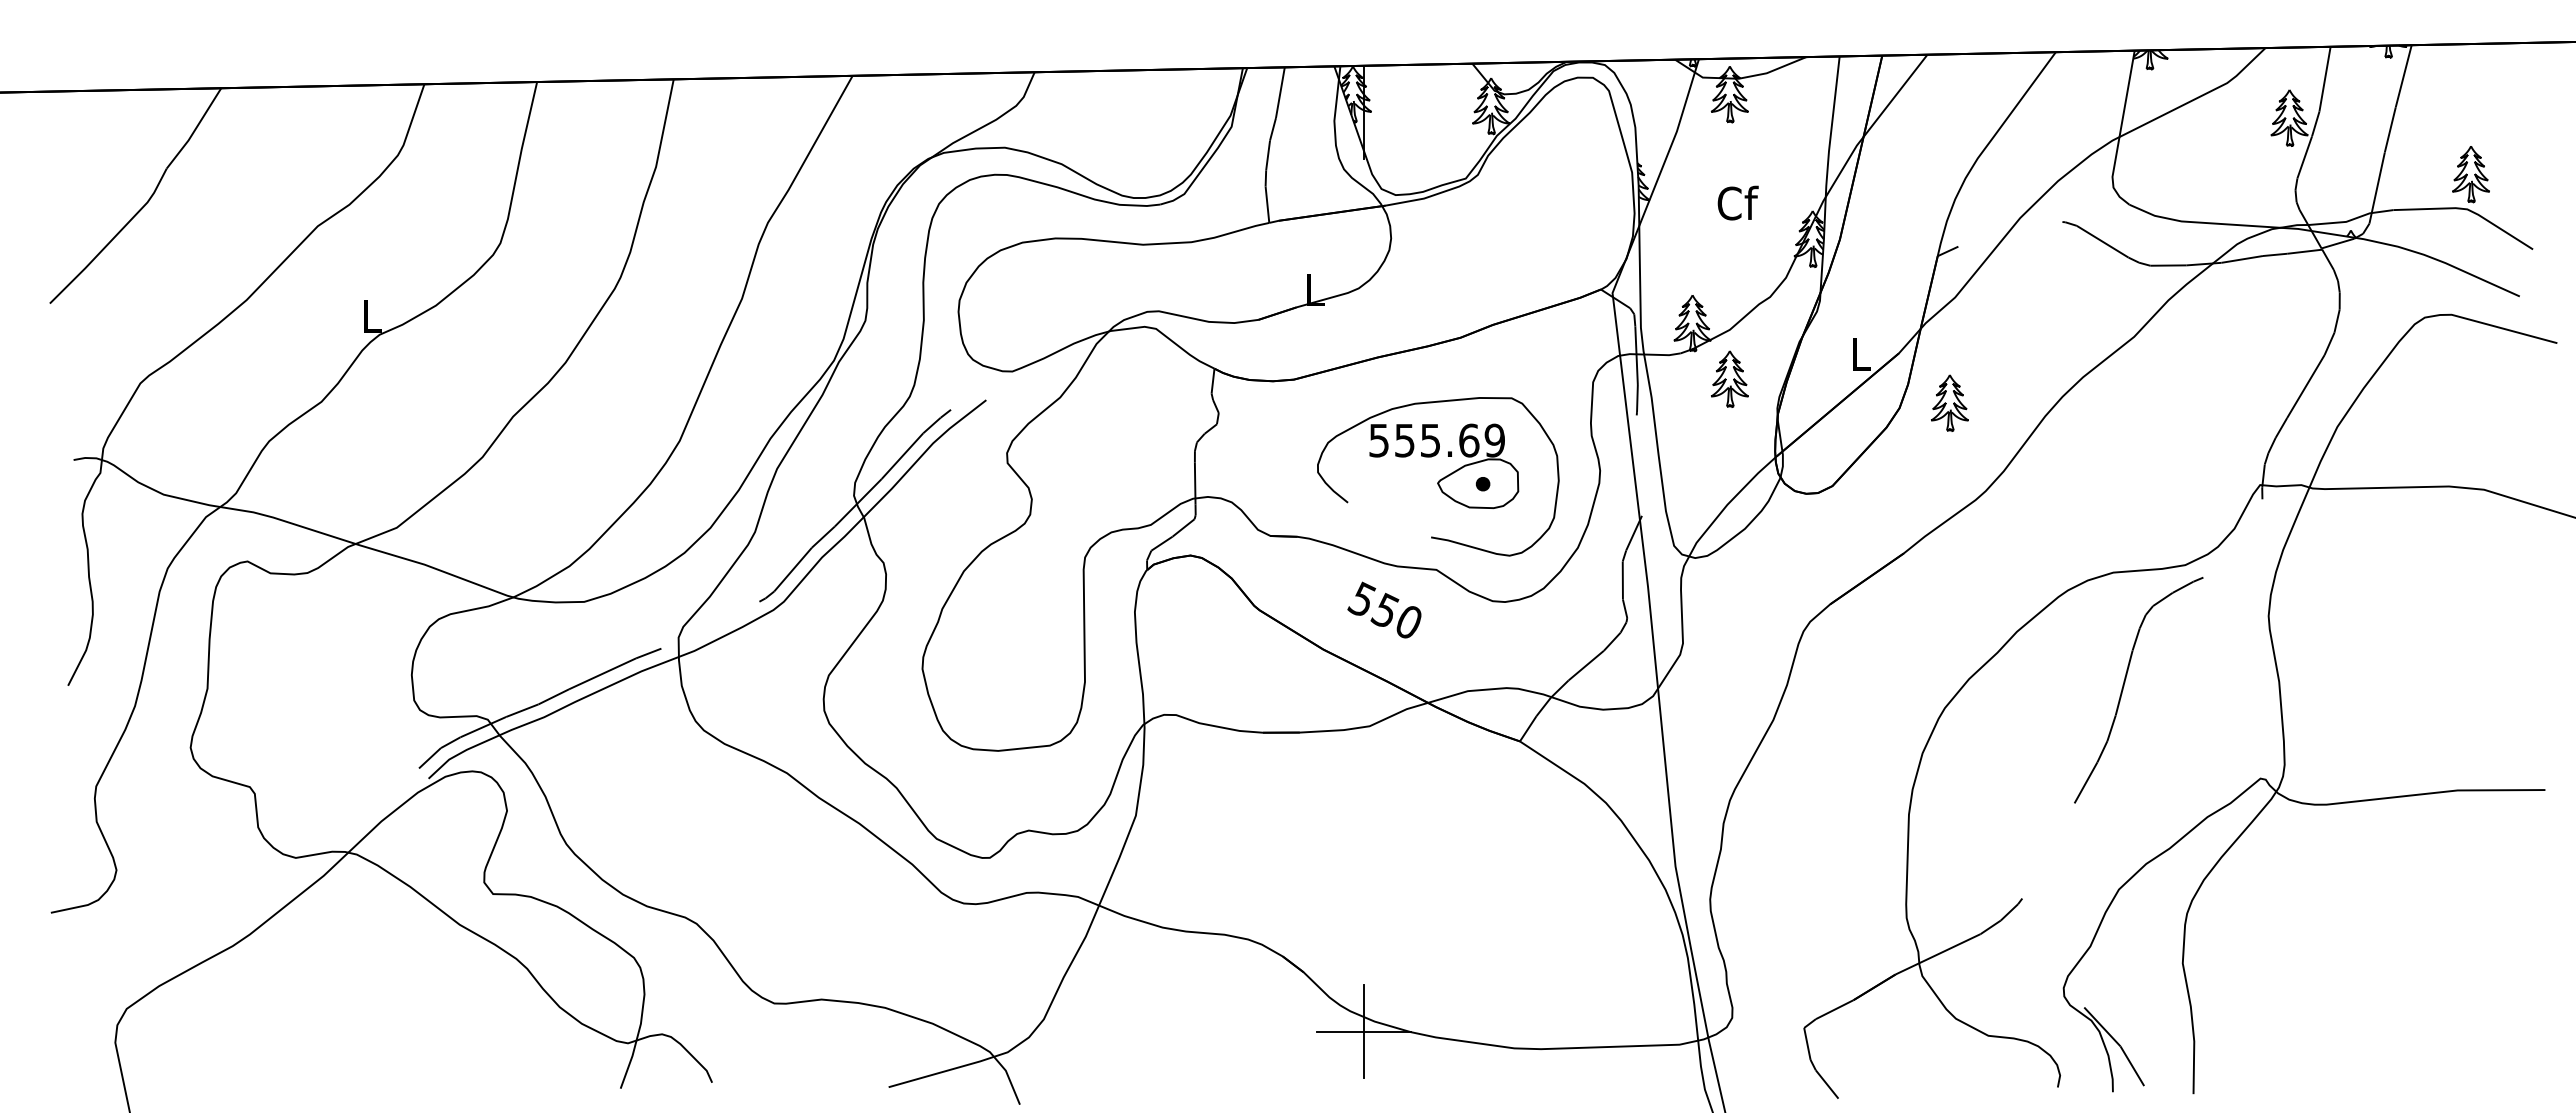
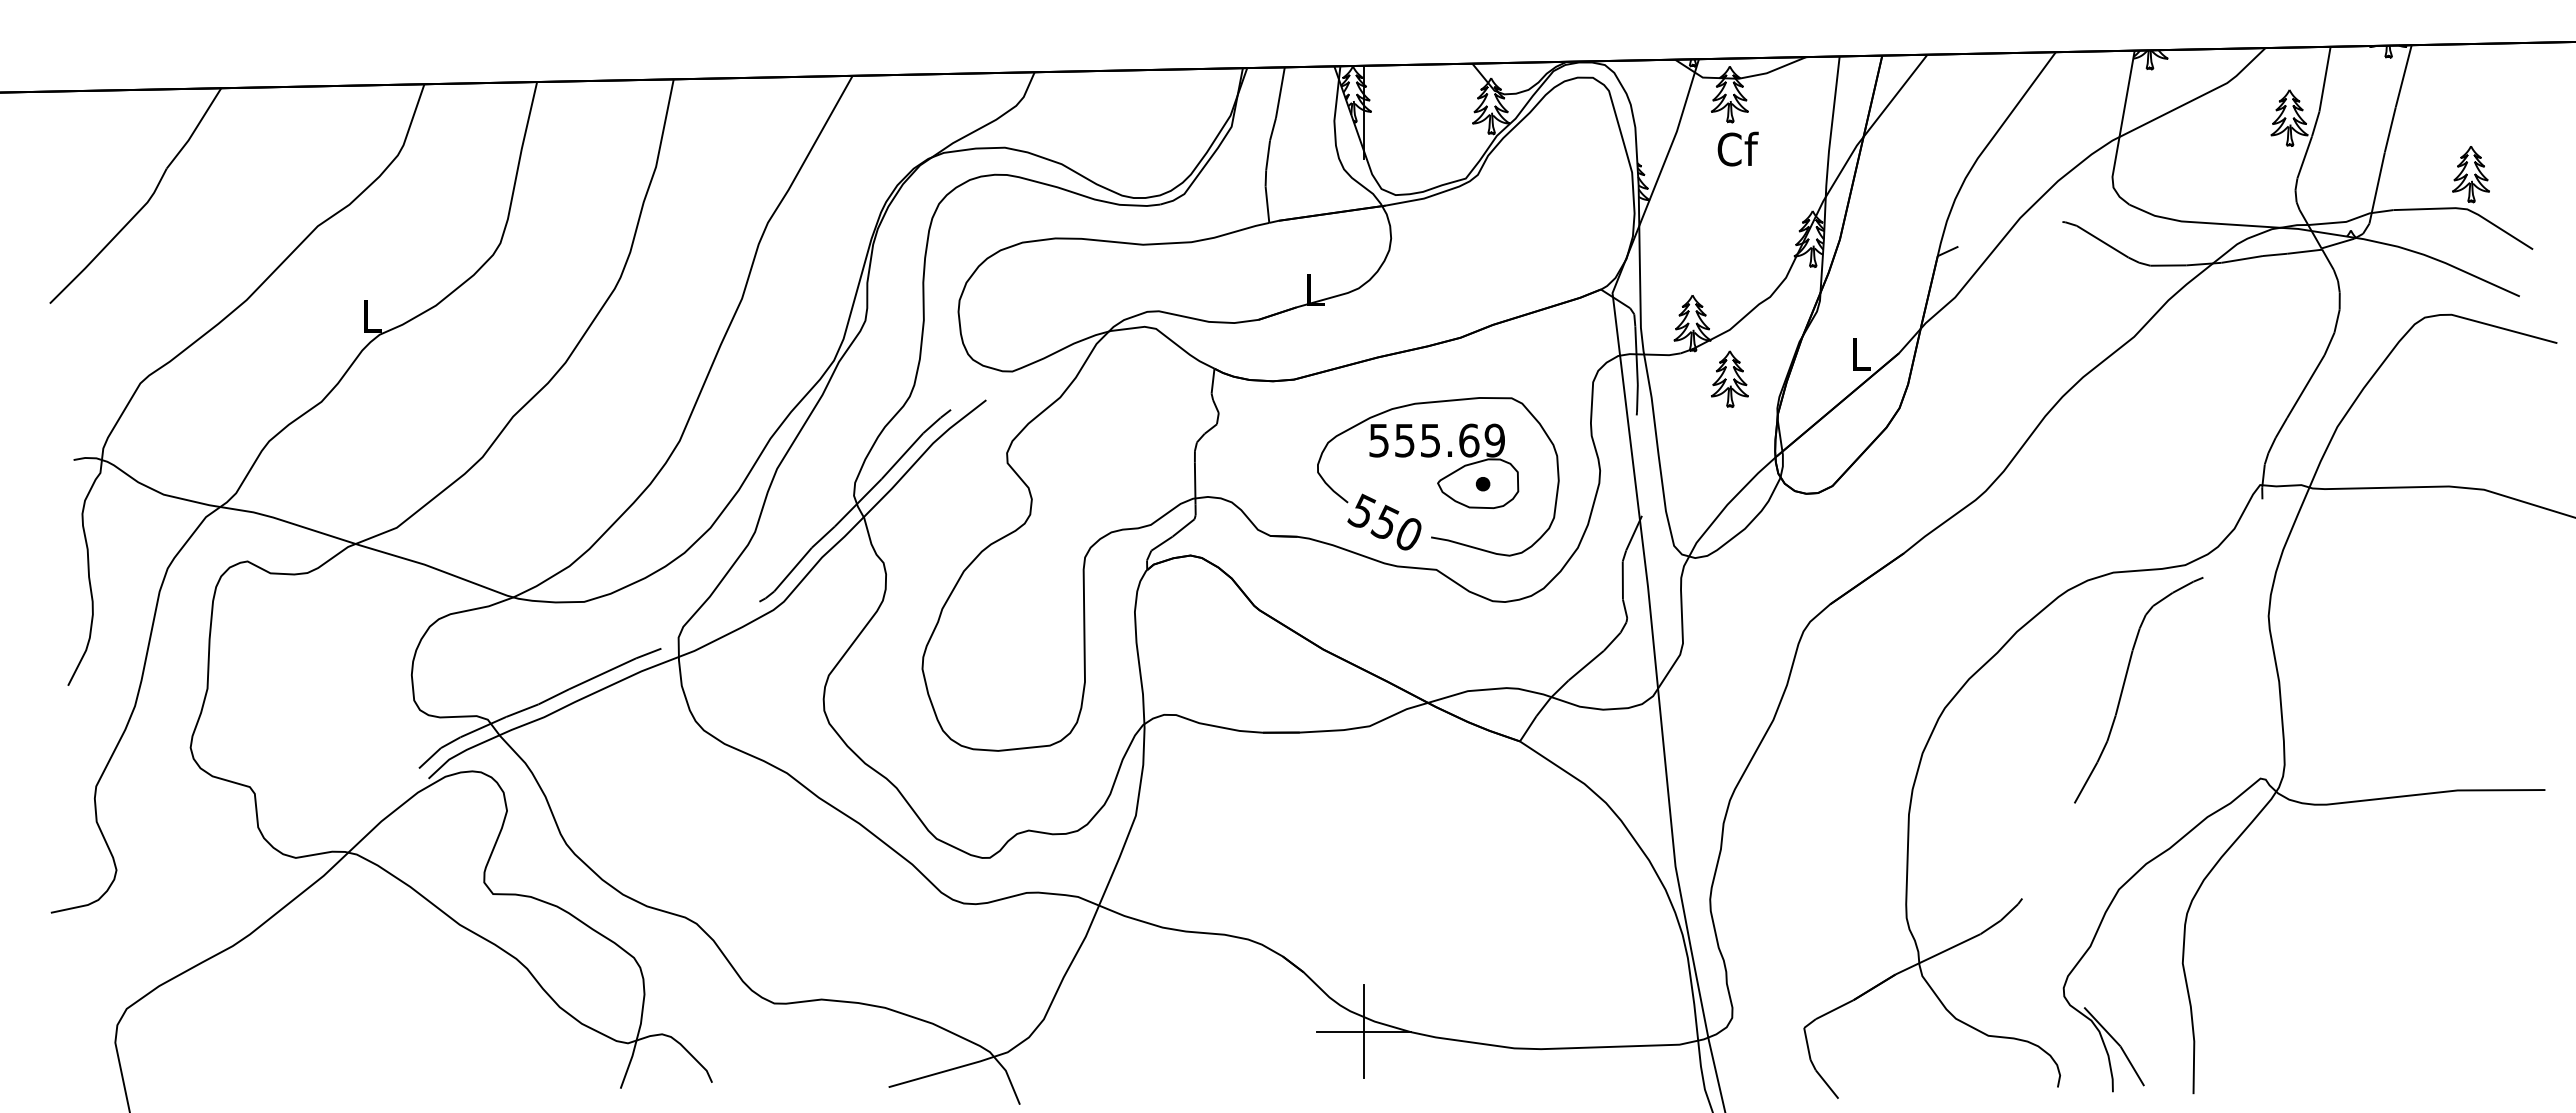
text at (1737, 202) position: (1737, 202) -> (1737, 148)
part at (1949, 402): present -> none
text at (1384, 609) position: (1384, 609) -> (1384, 521)
